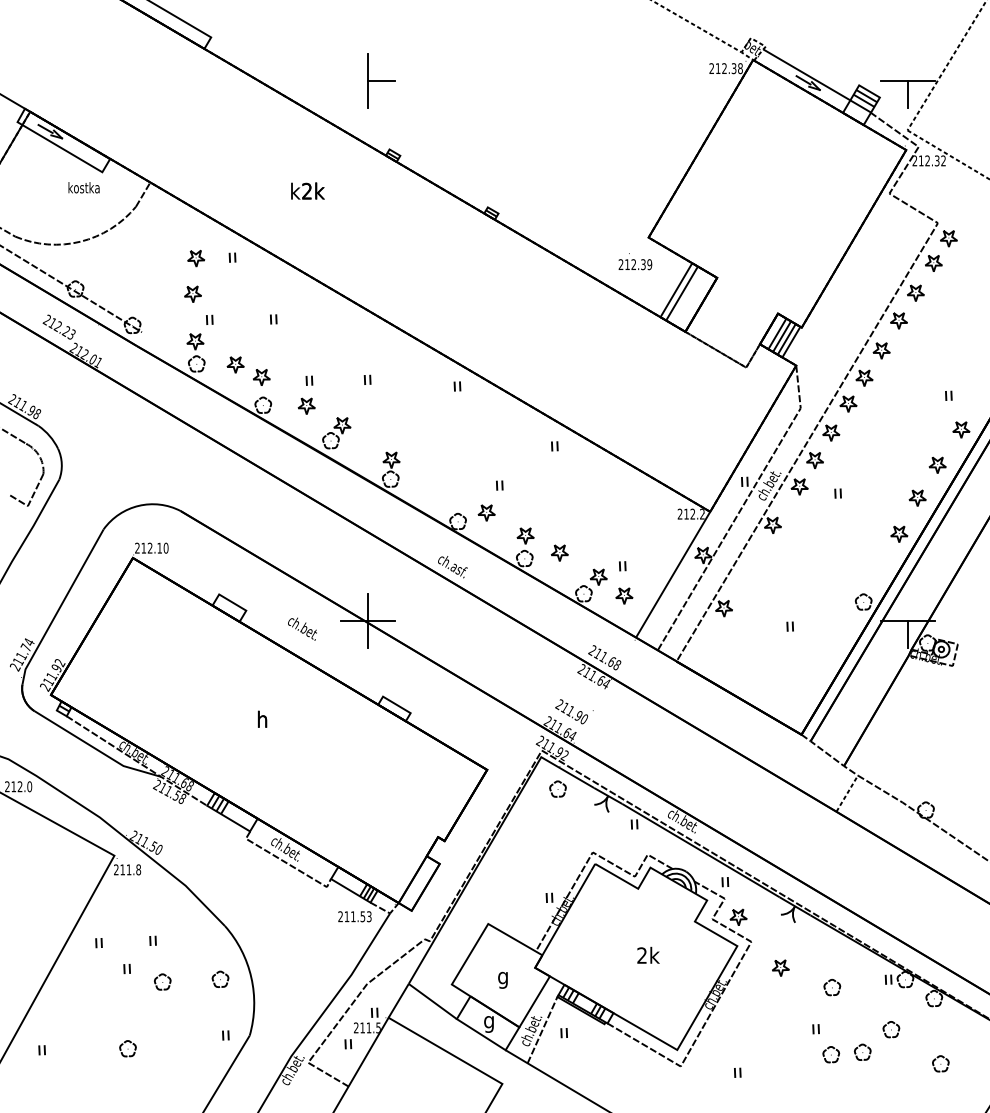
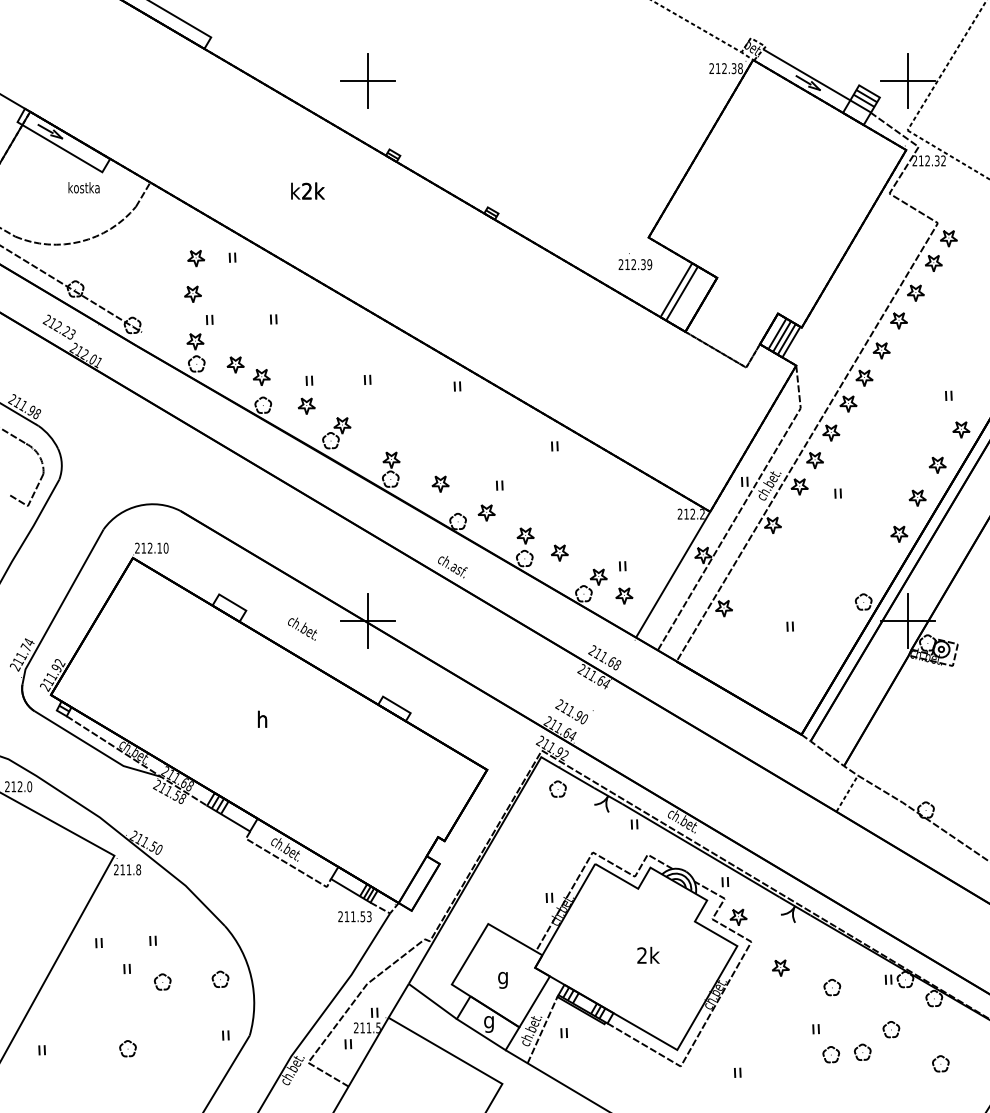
line at (908, 66): none -> present
line at (353, 80): none -> present
part at (440, 483): none -> present
line at (908, 607): none -> present
